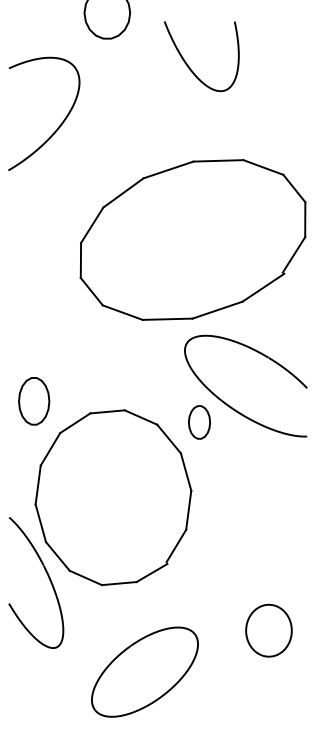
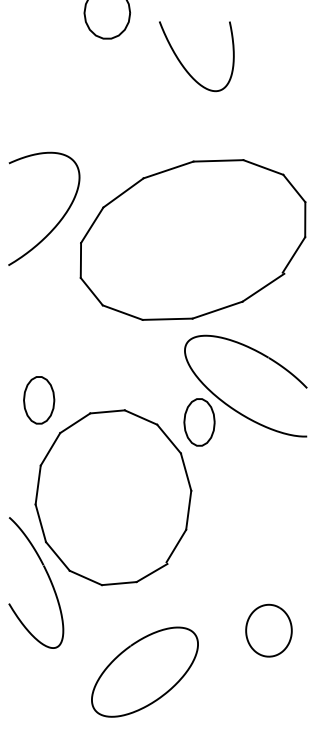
curve at (190, 67) position: (190, 67) -> (185, 67)
curve at (58, 126) position: (58, 126) -> (58, 221)
part at (34, 401) position: (34, 401) -> (39, 400)
part at (199, 422) size: 23x35 px -> 33x49 px
